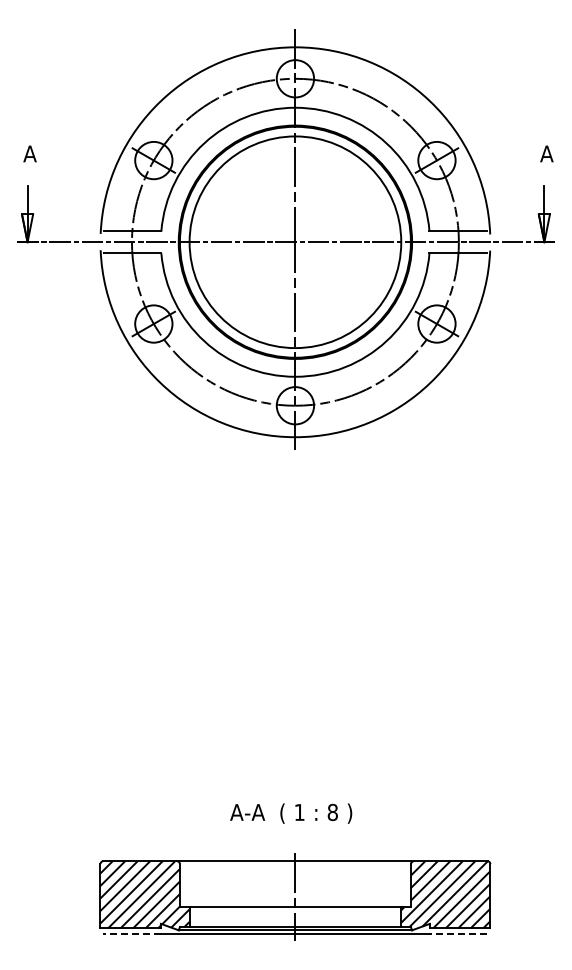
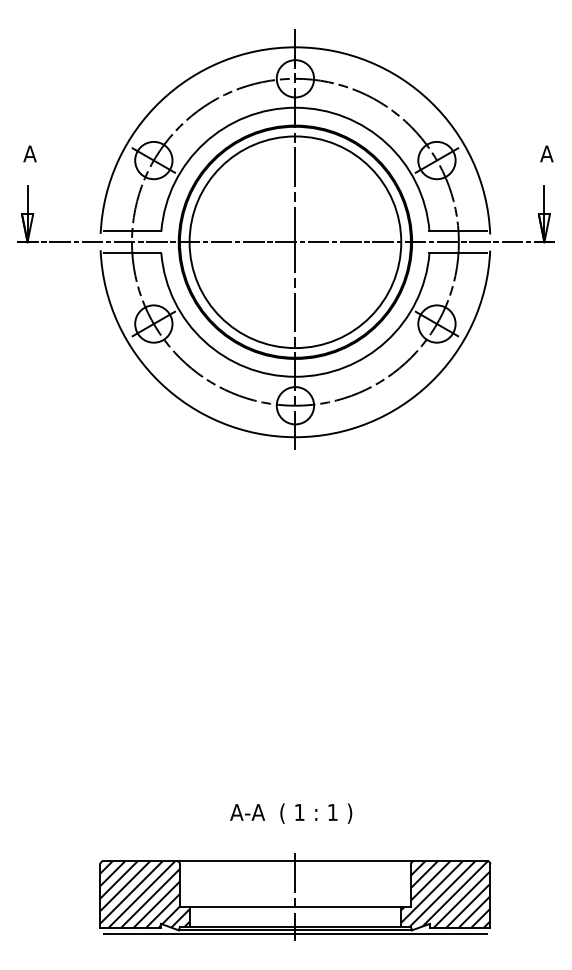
text at (332, 812): 8 -> 1
line at (132, 933): dashed -> solid
line at (458, 933): dashed -> solid
